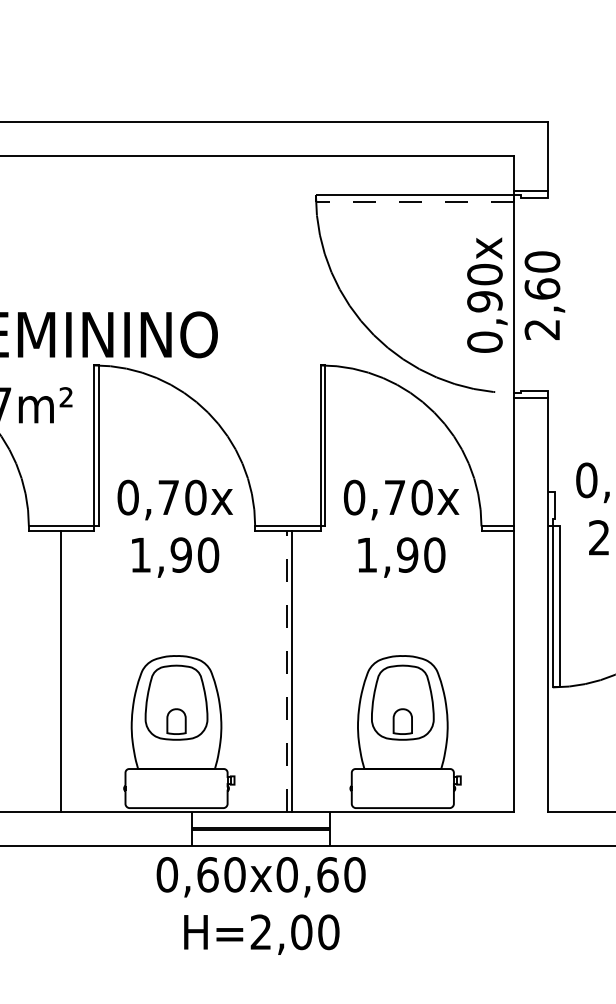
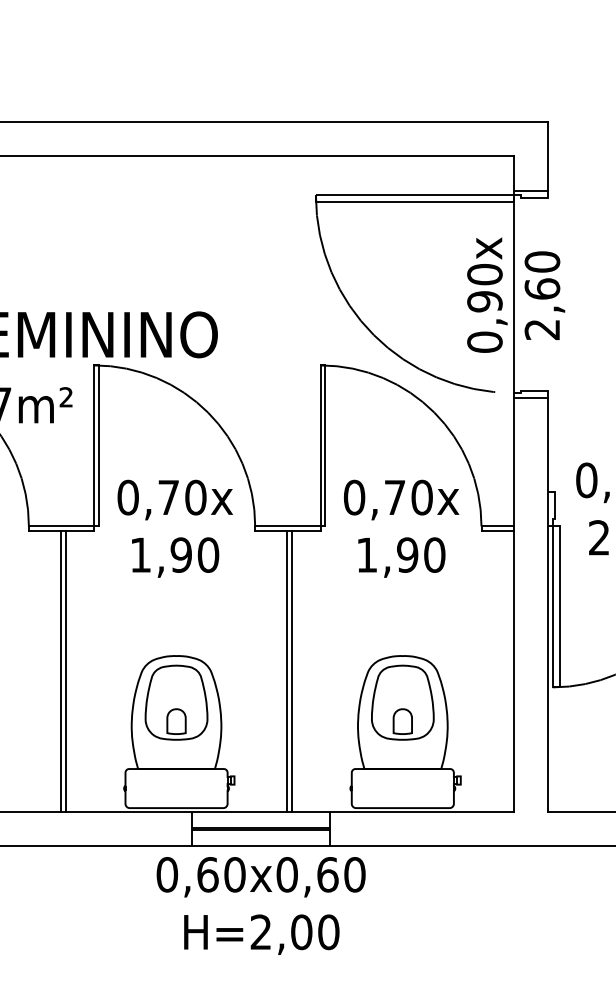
line at (410, 202): dashed -> solid
line at (287, 670): dashed -> solid
line at (65, 671): none -> present
